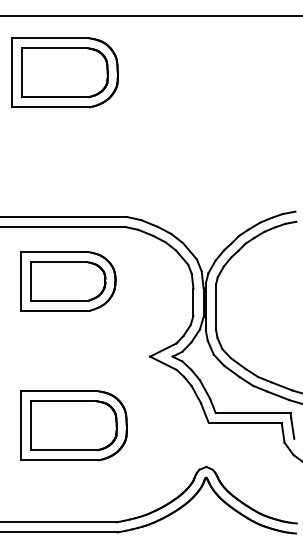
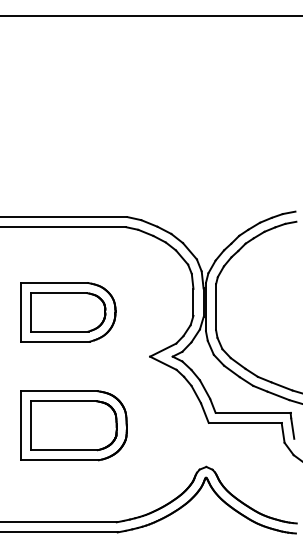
part at (64, 72): present -> none
part at (68, 281) position: (68, 281) -> (68, 312)
